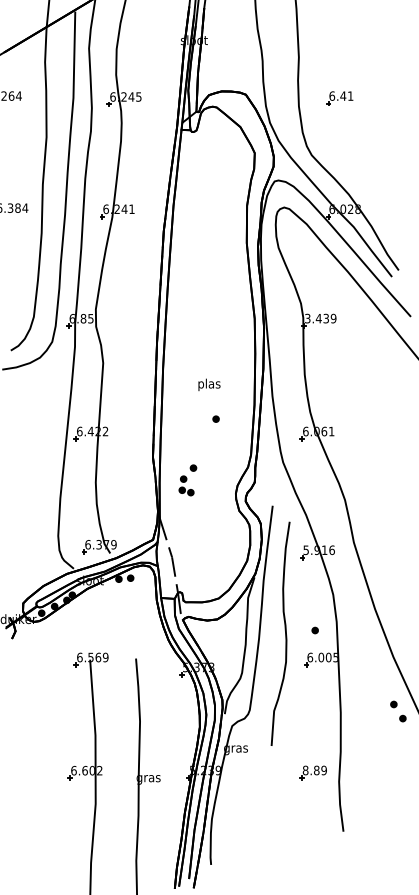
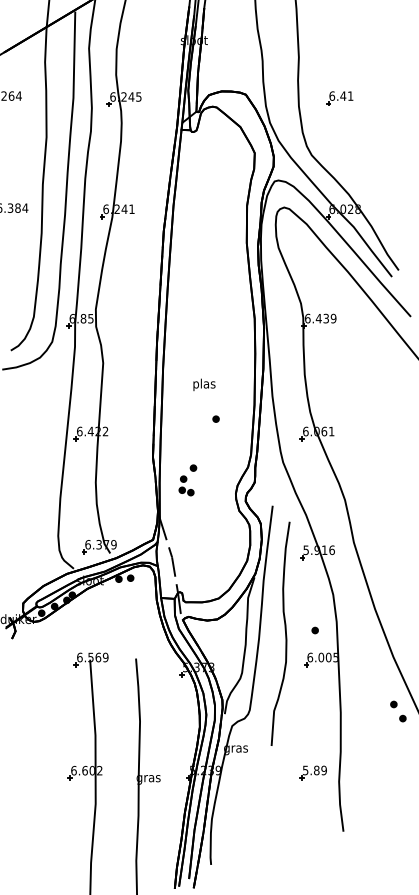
text at (307, 318): 3.439 -> 6.439
text at (209, 384) position: (209, 384) -> (204, 384)
text at (305, 770): 8.89 -> 5.89
